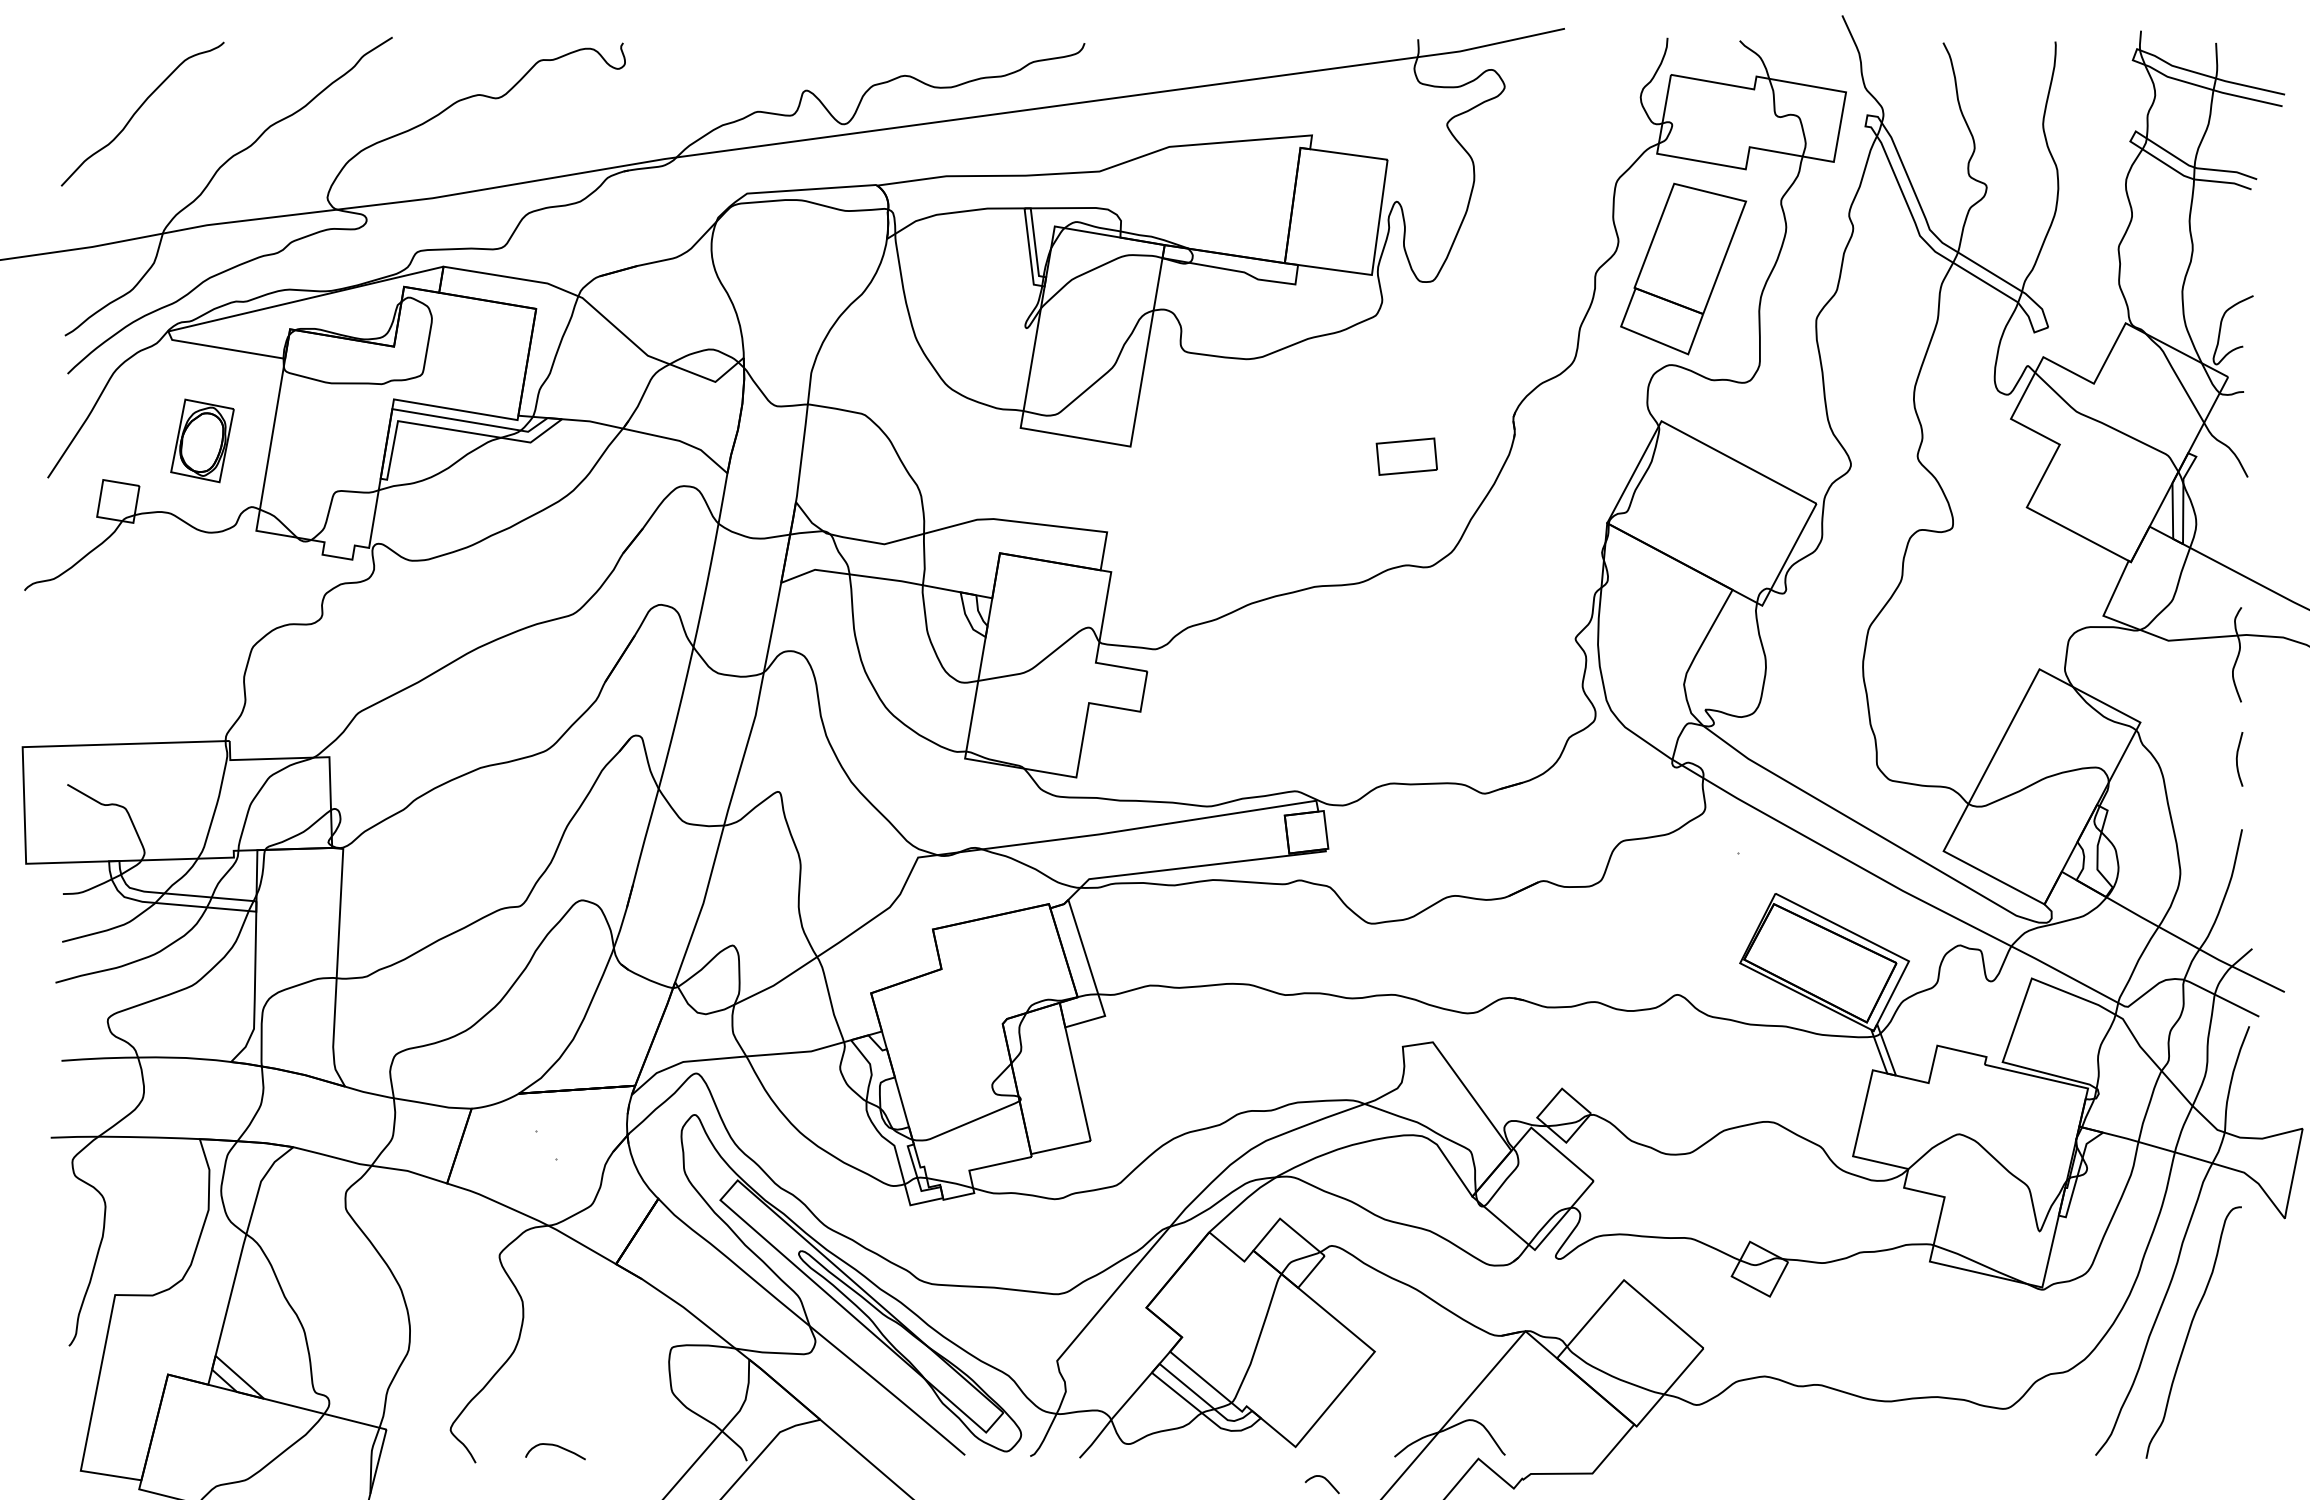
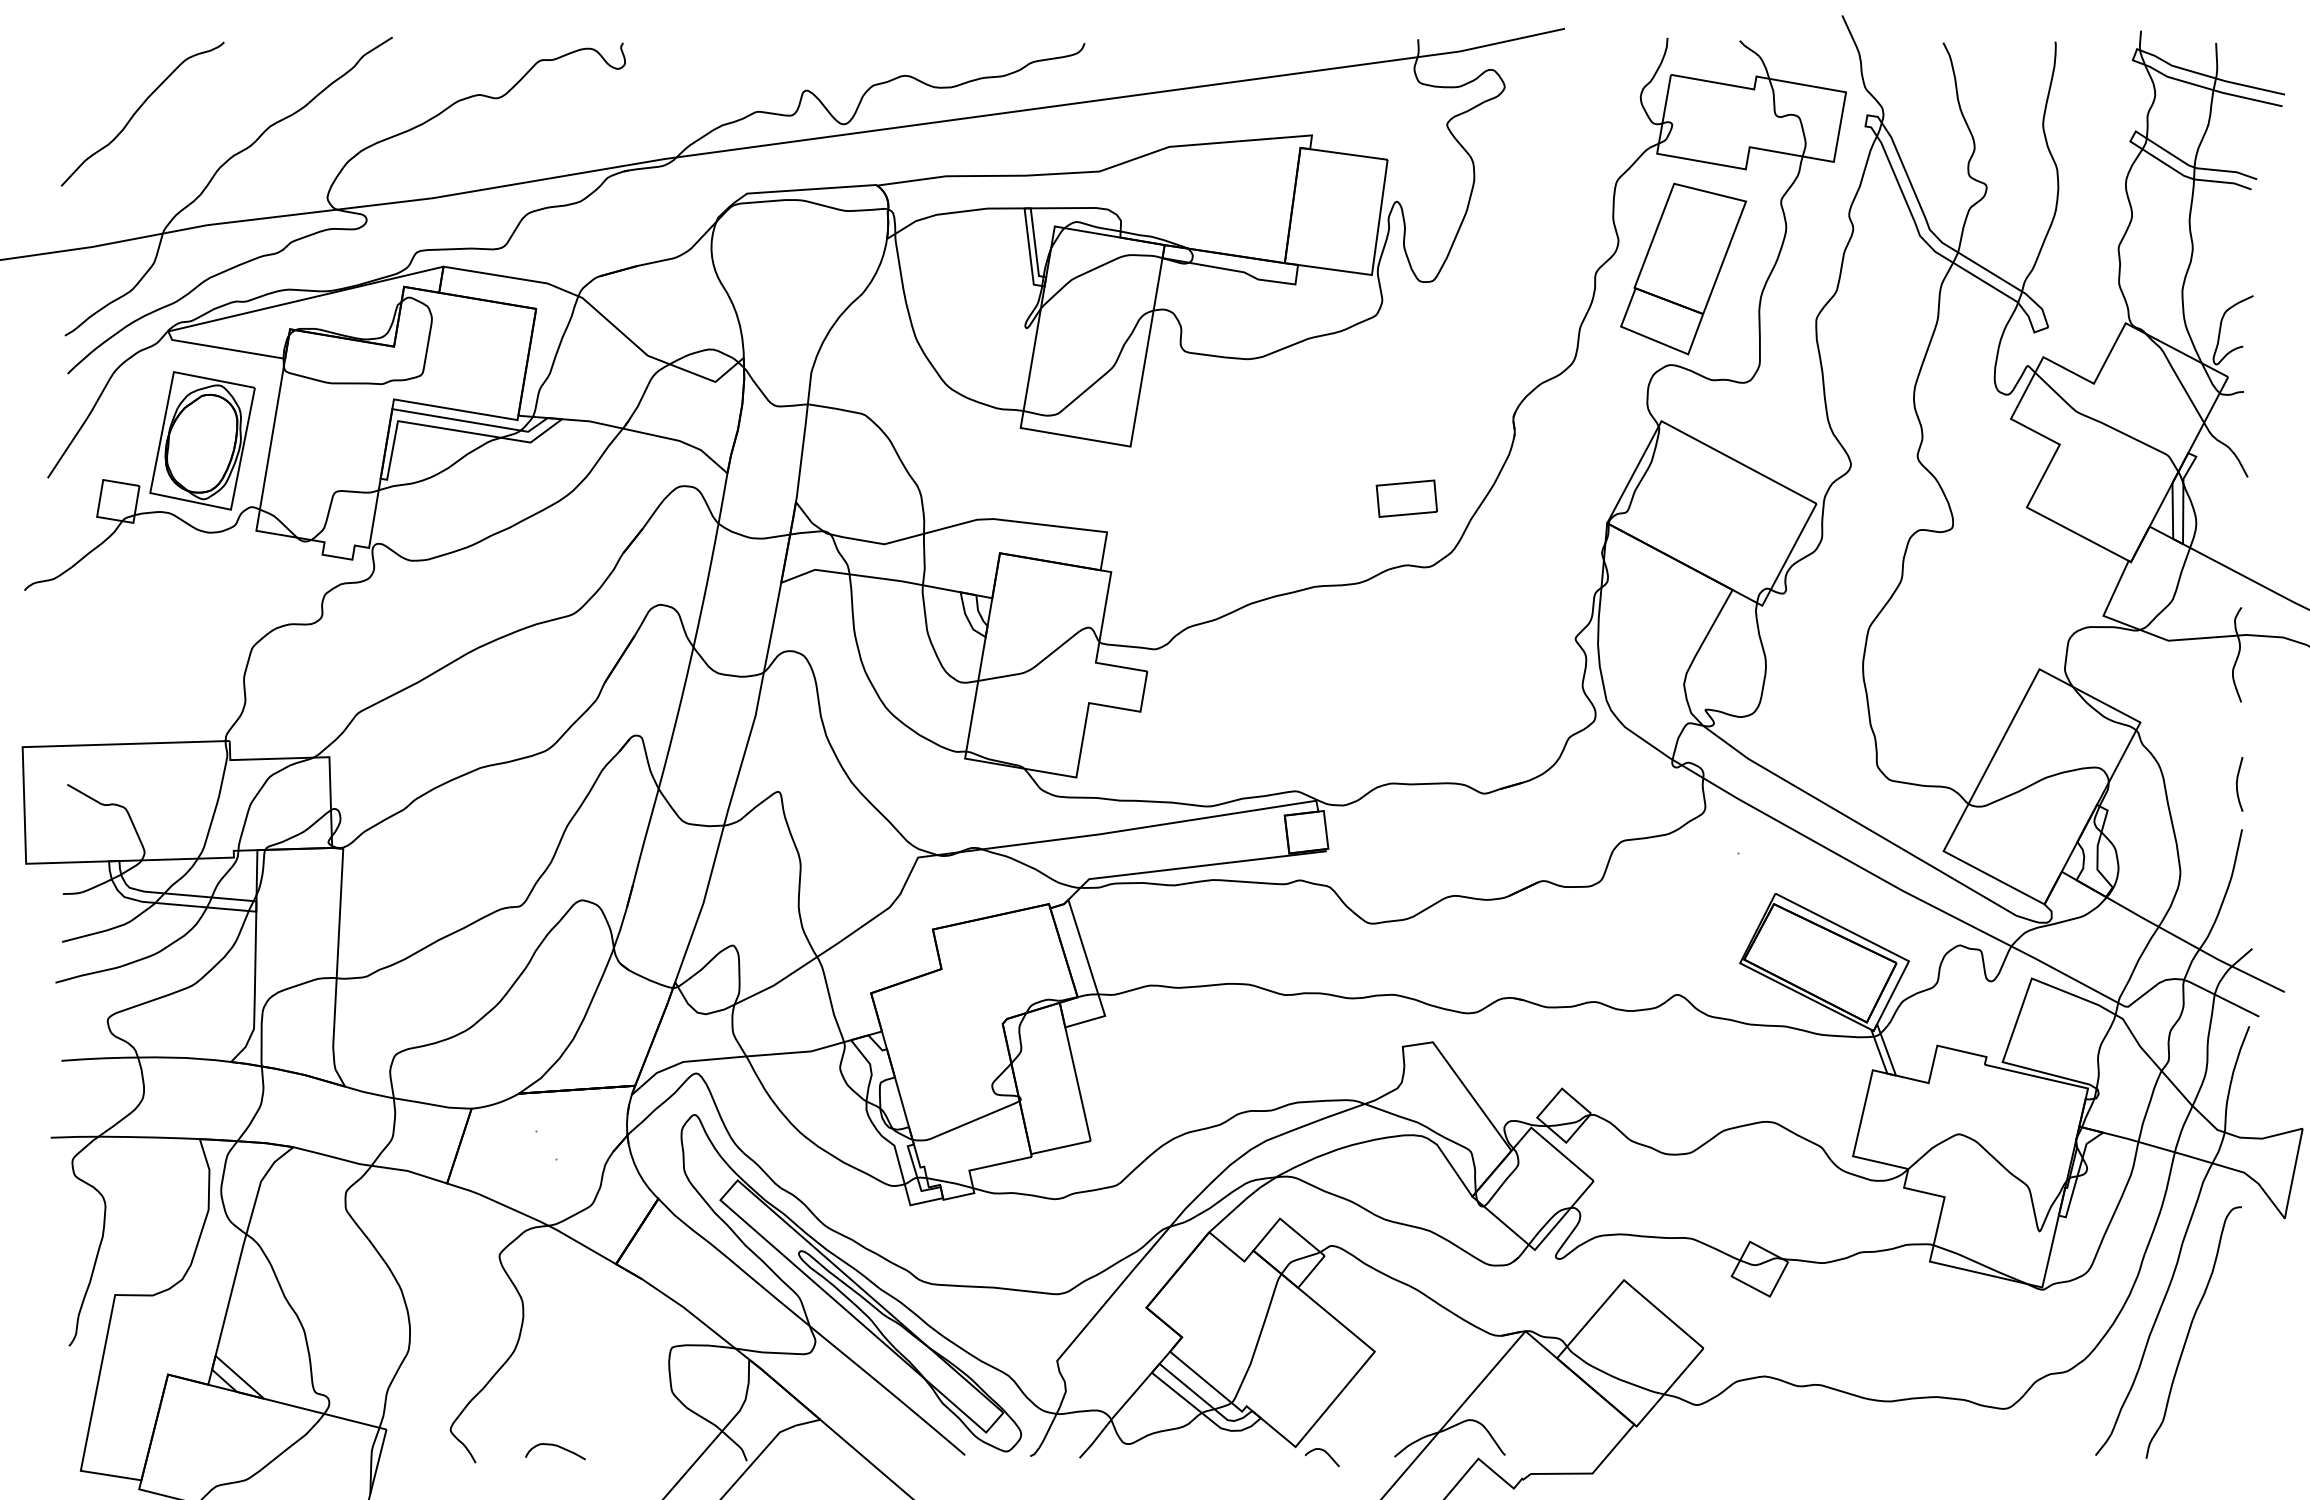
part at (202, 440) size: 65x86 px -> 107x140 px
part at (1406, 456) position: (1406, 456) -> (1406, 498)
curve at (2237, 759) position: (2237, 759) -> (2237, 784)
curve at (1324, 1479) position: (1324, 1479) -> (1324, 1452)
